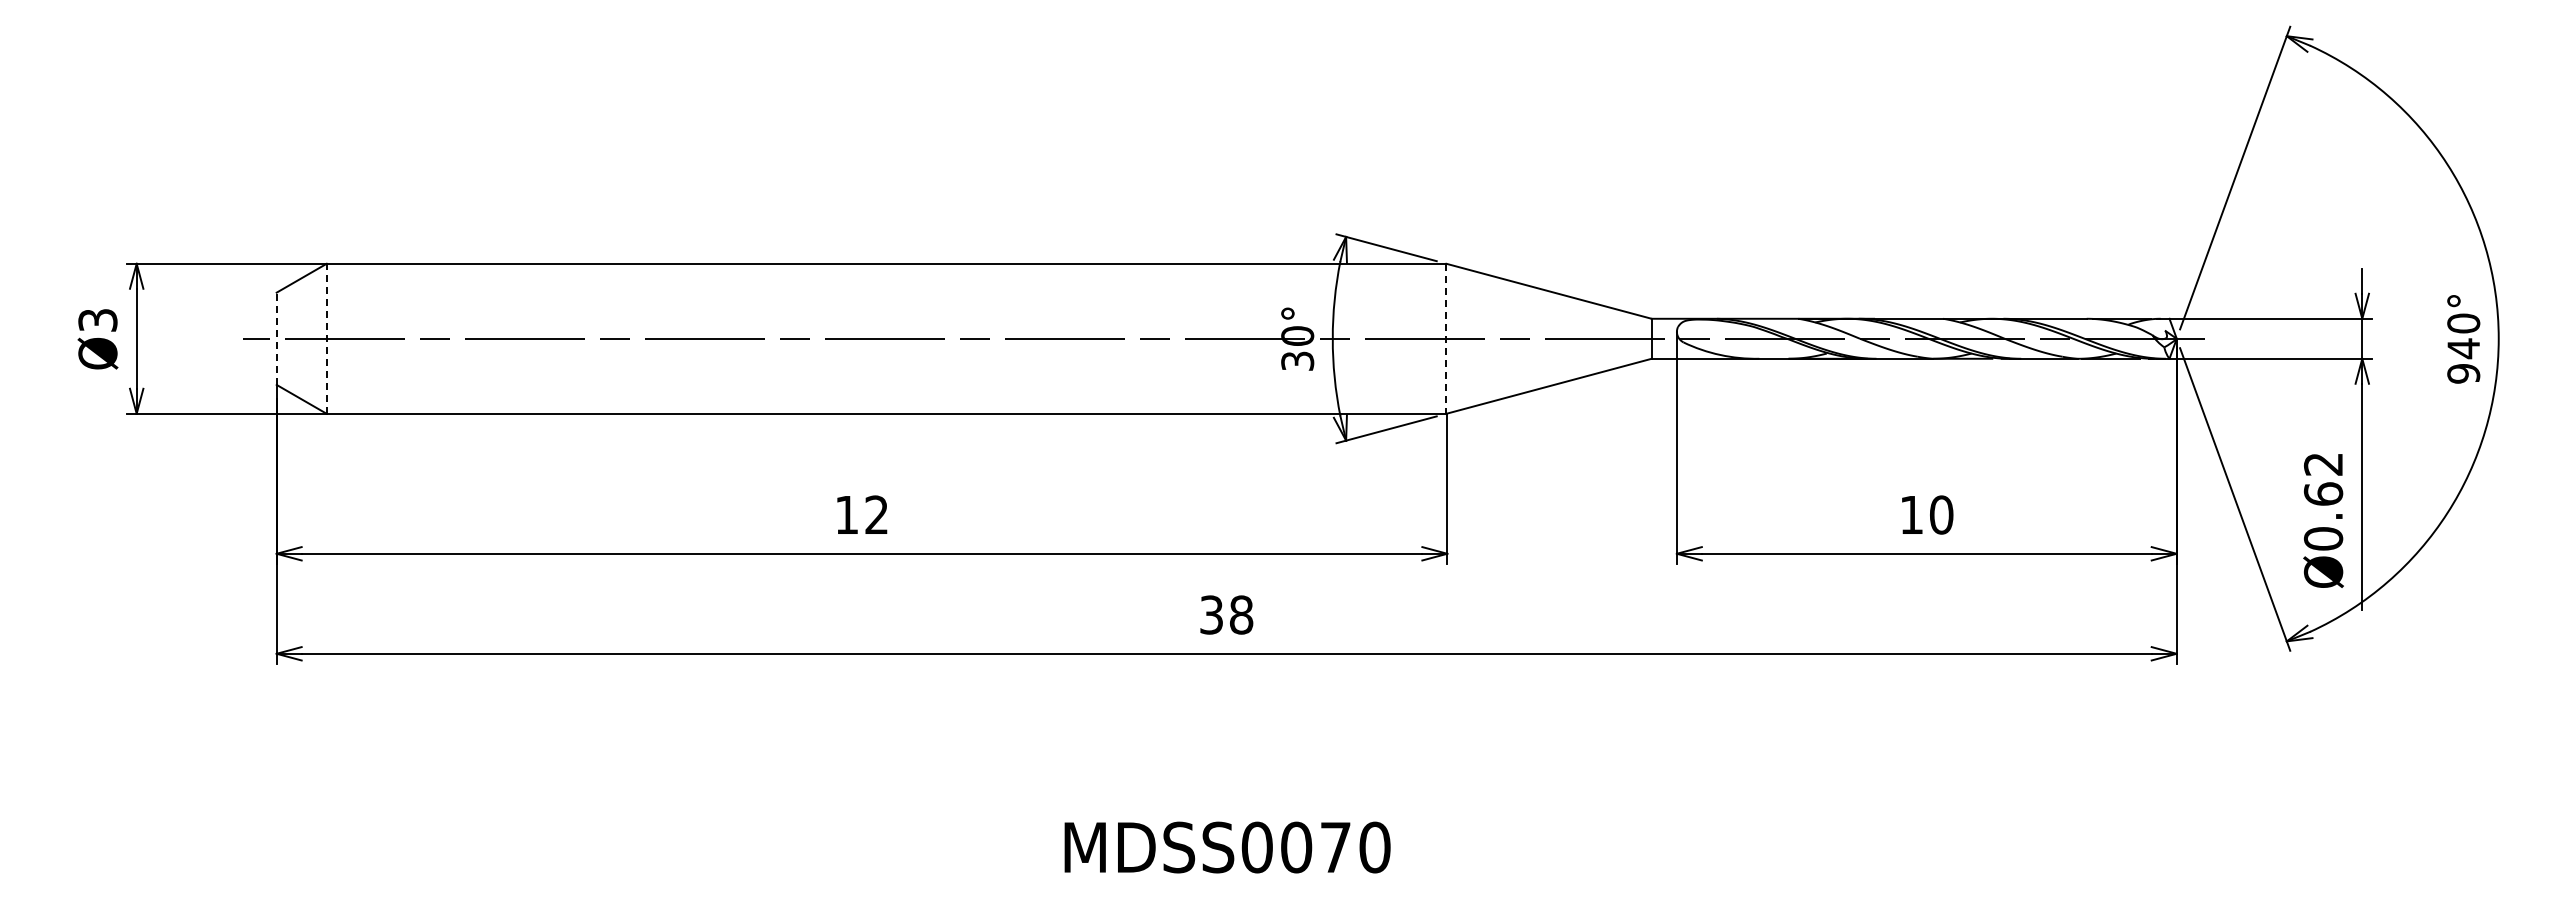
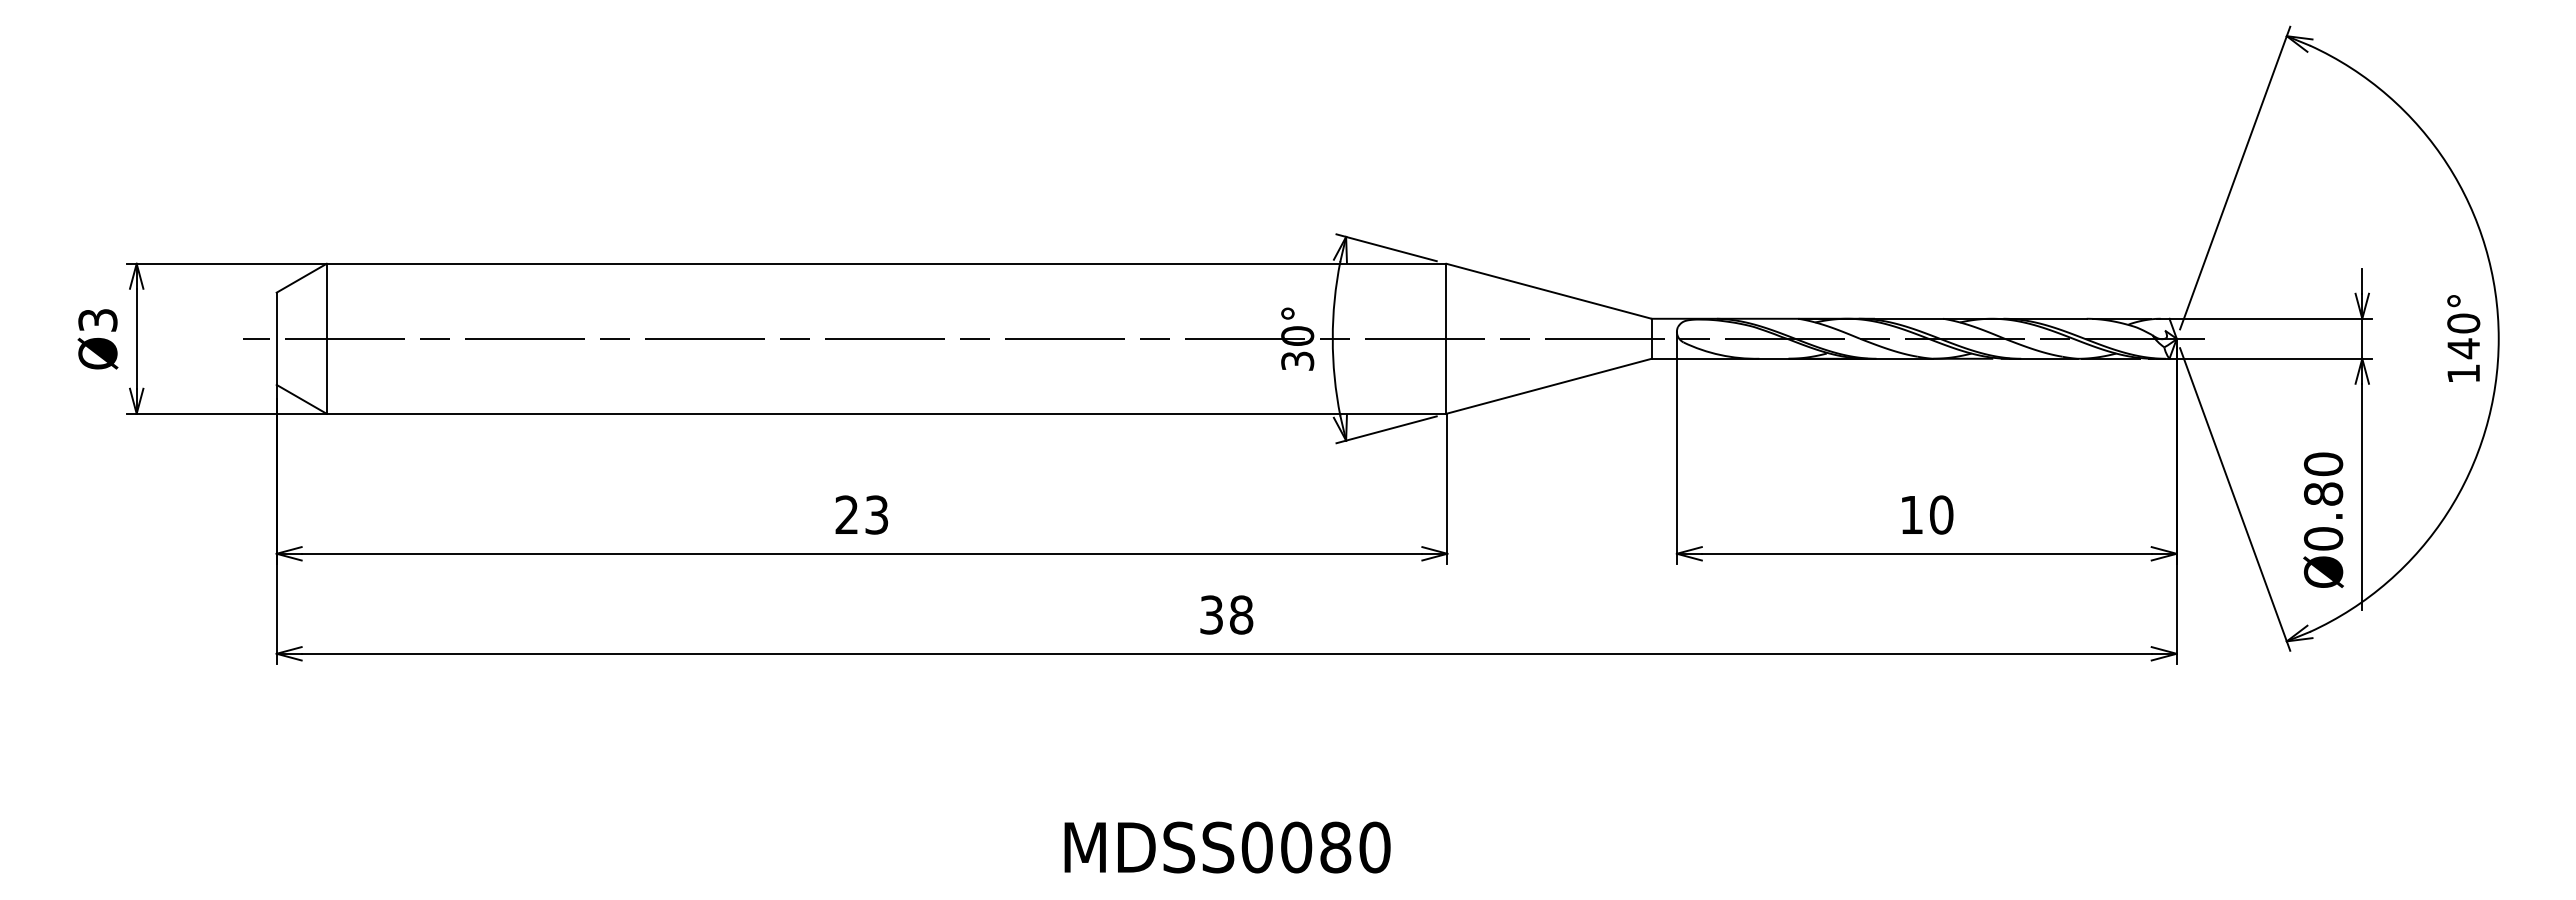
line at (276, 338): dashed -> solid
line at (326, 338): dashed -> solid
line at (1446, 338): dashed -> solid
text at (2463, 373): 940° -> 140°
text at (2323, 478): Ø0.62 -> Ø0.80
text at (861, 514): 12 -> 23
text at (1335, 847): MDSS0070 -> MDSS0080
